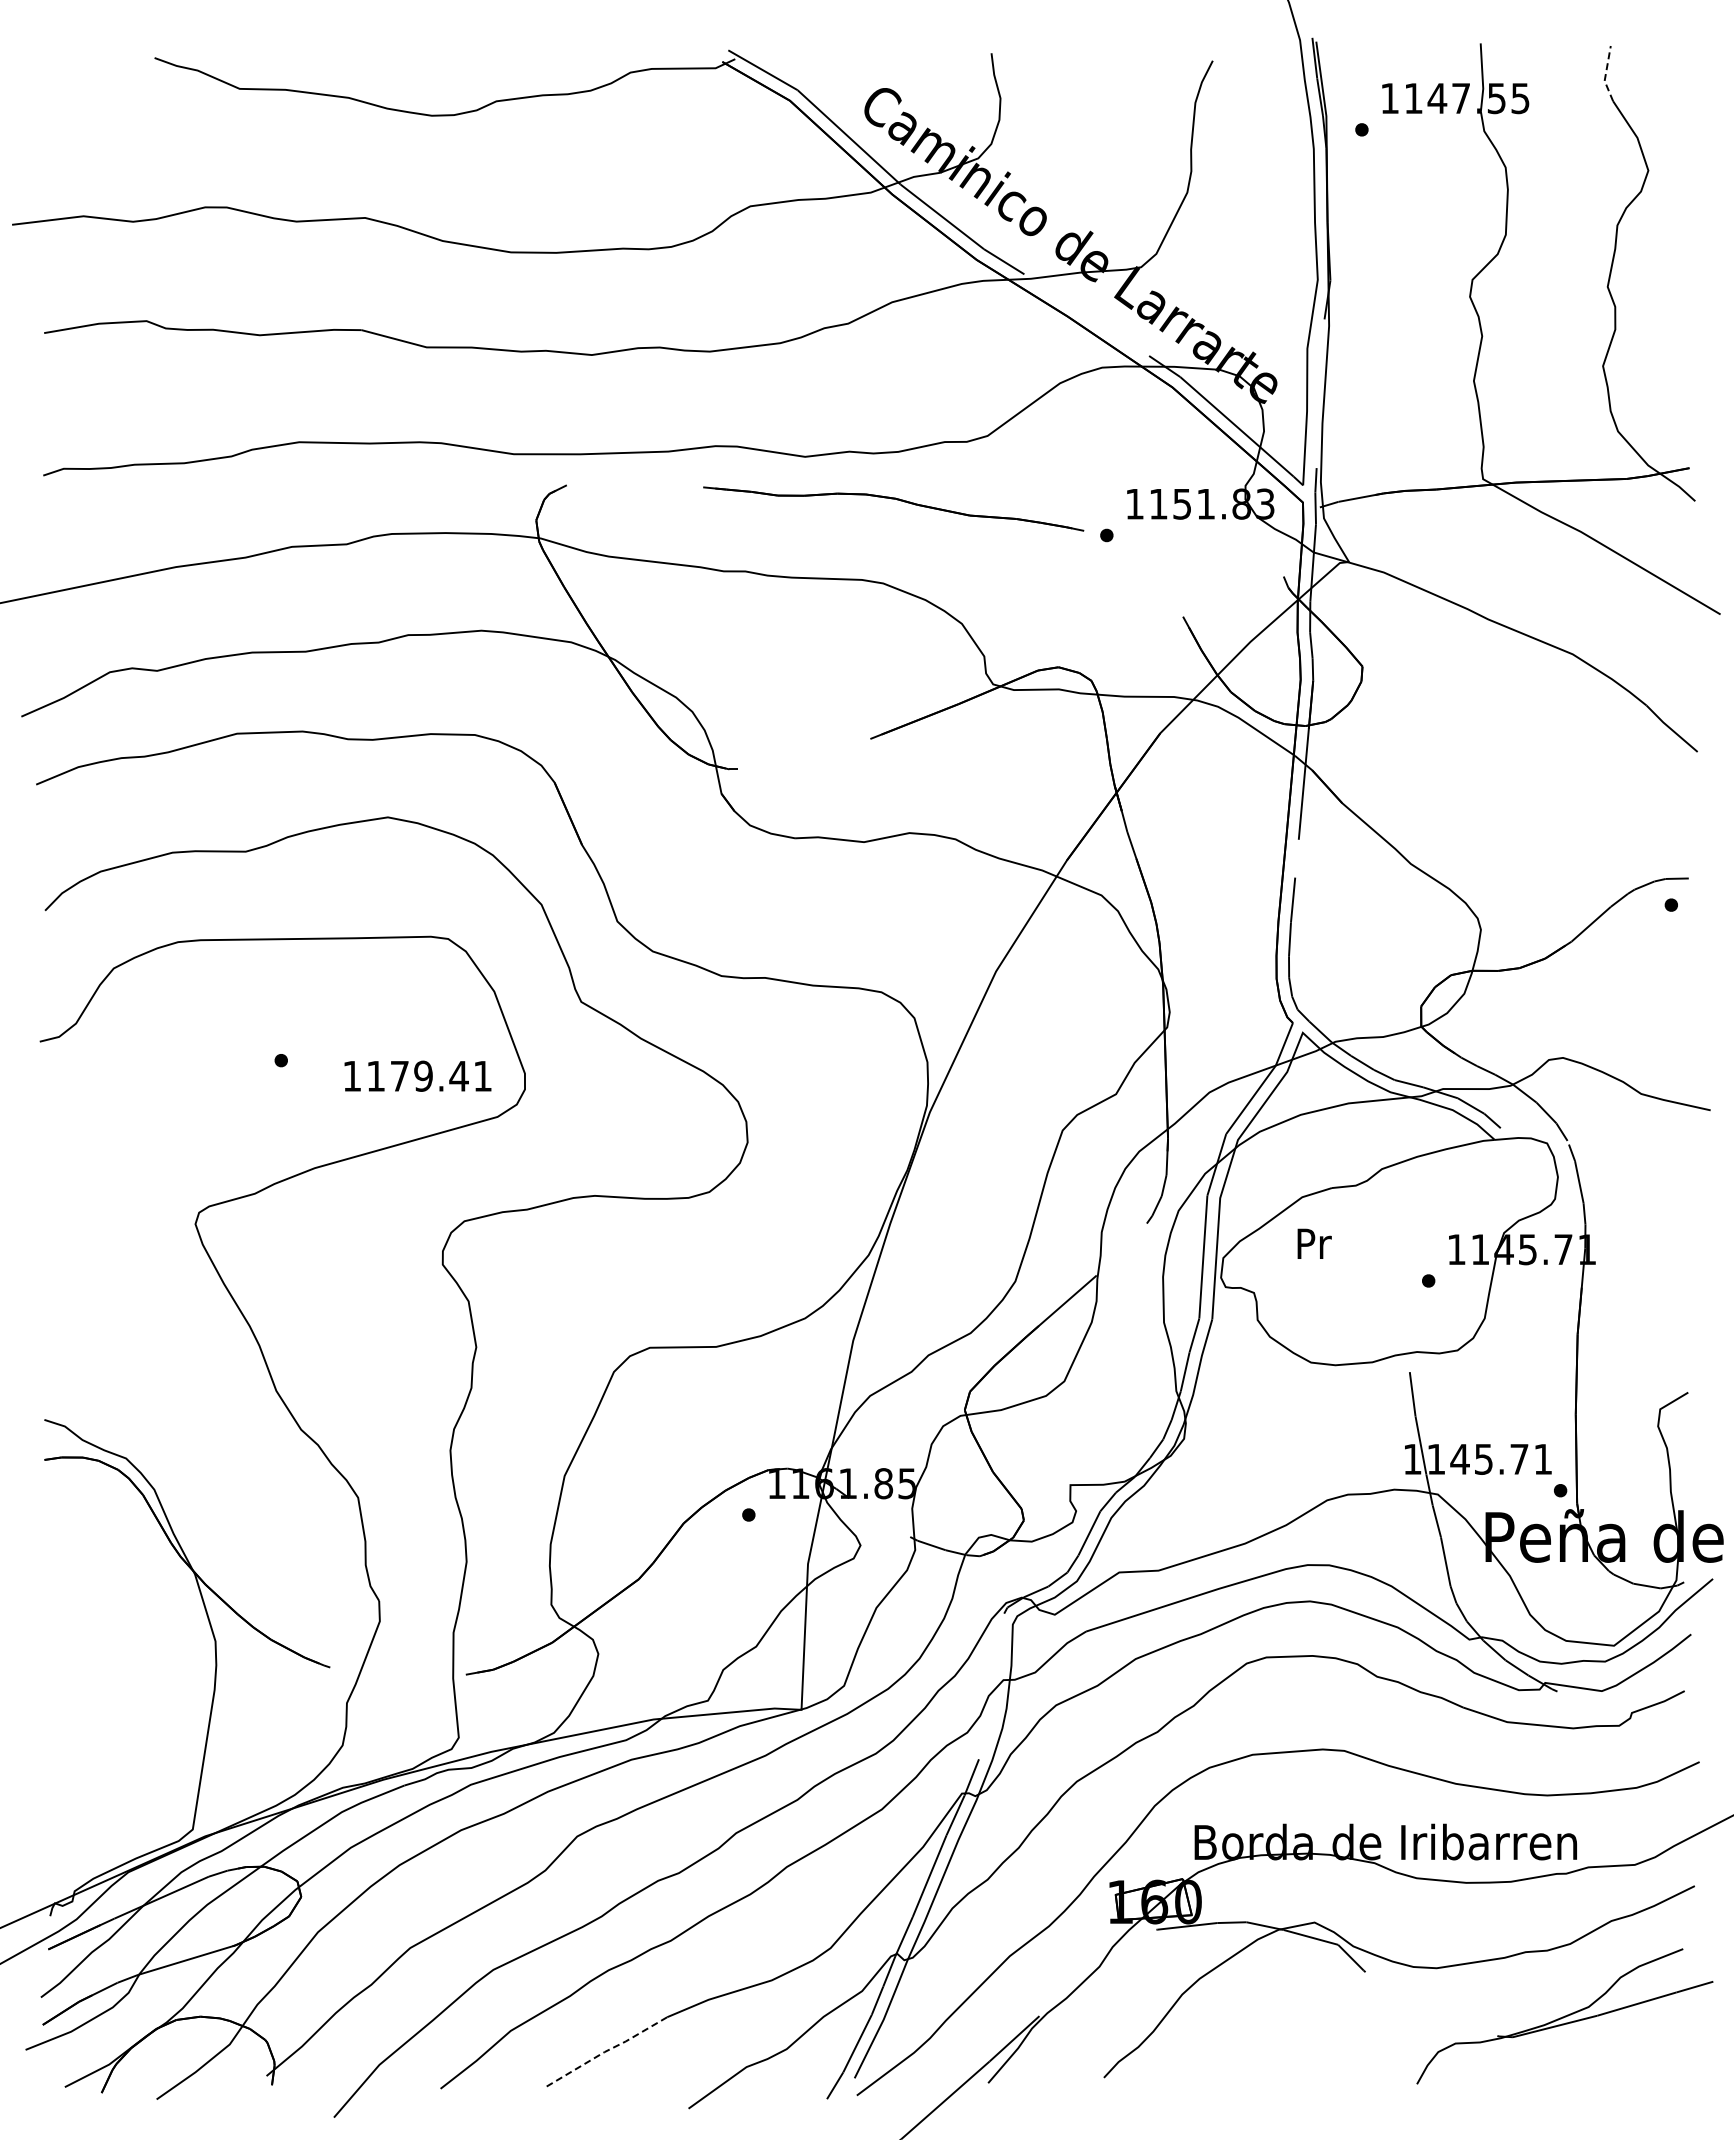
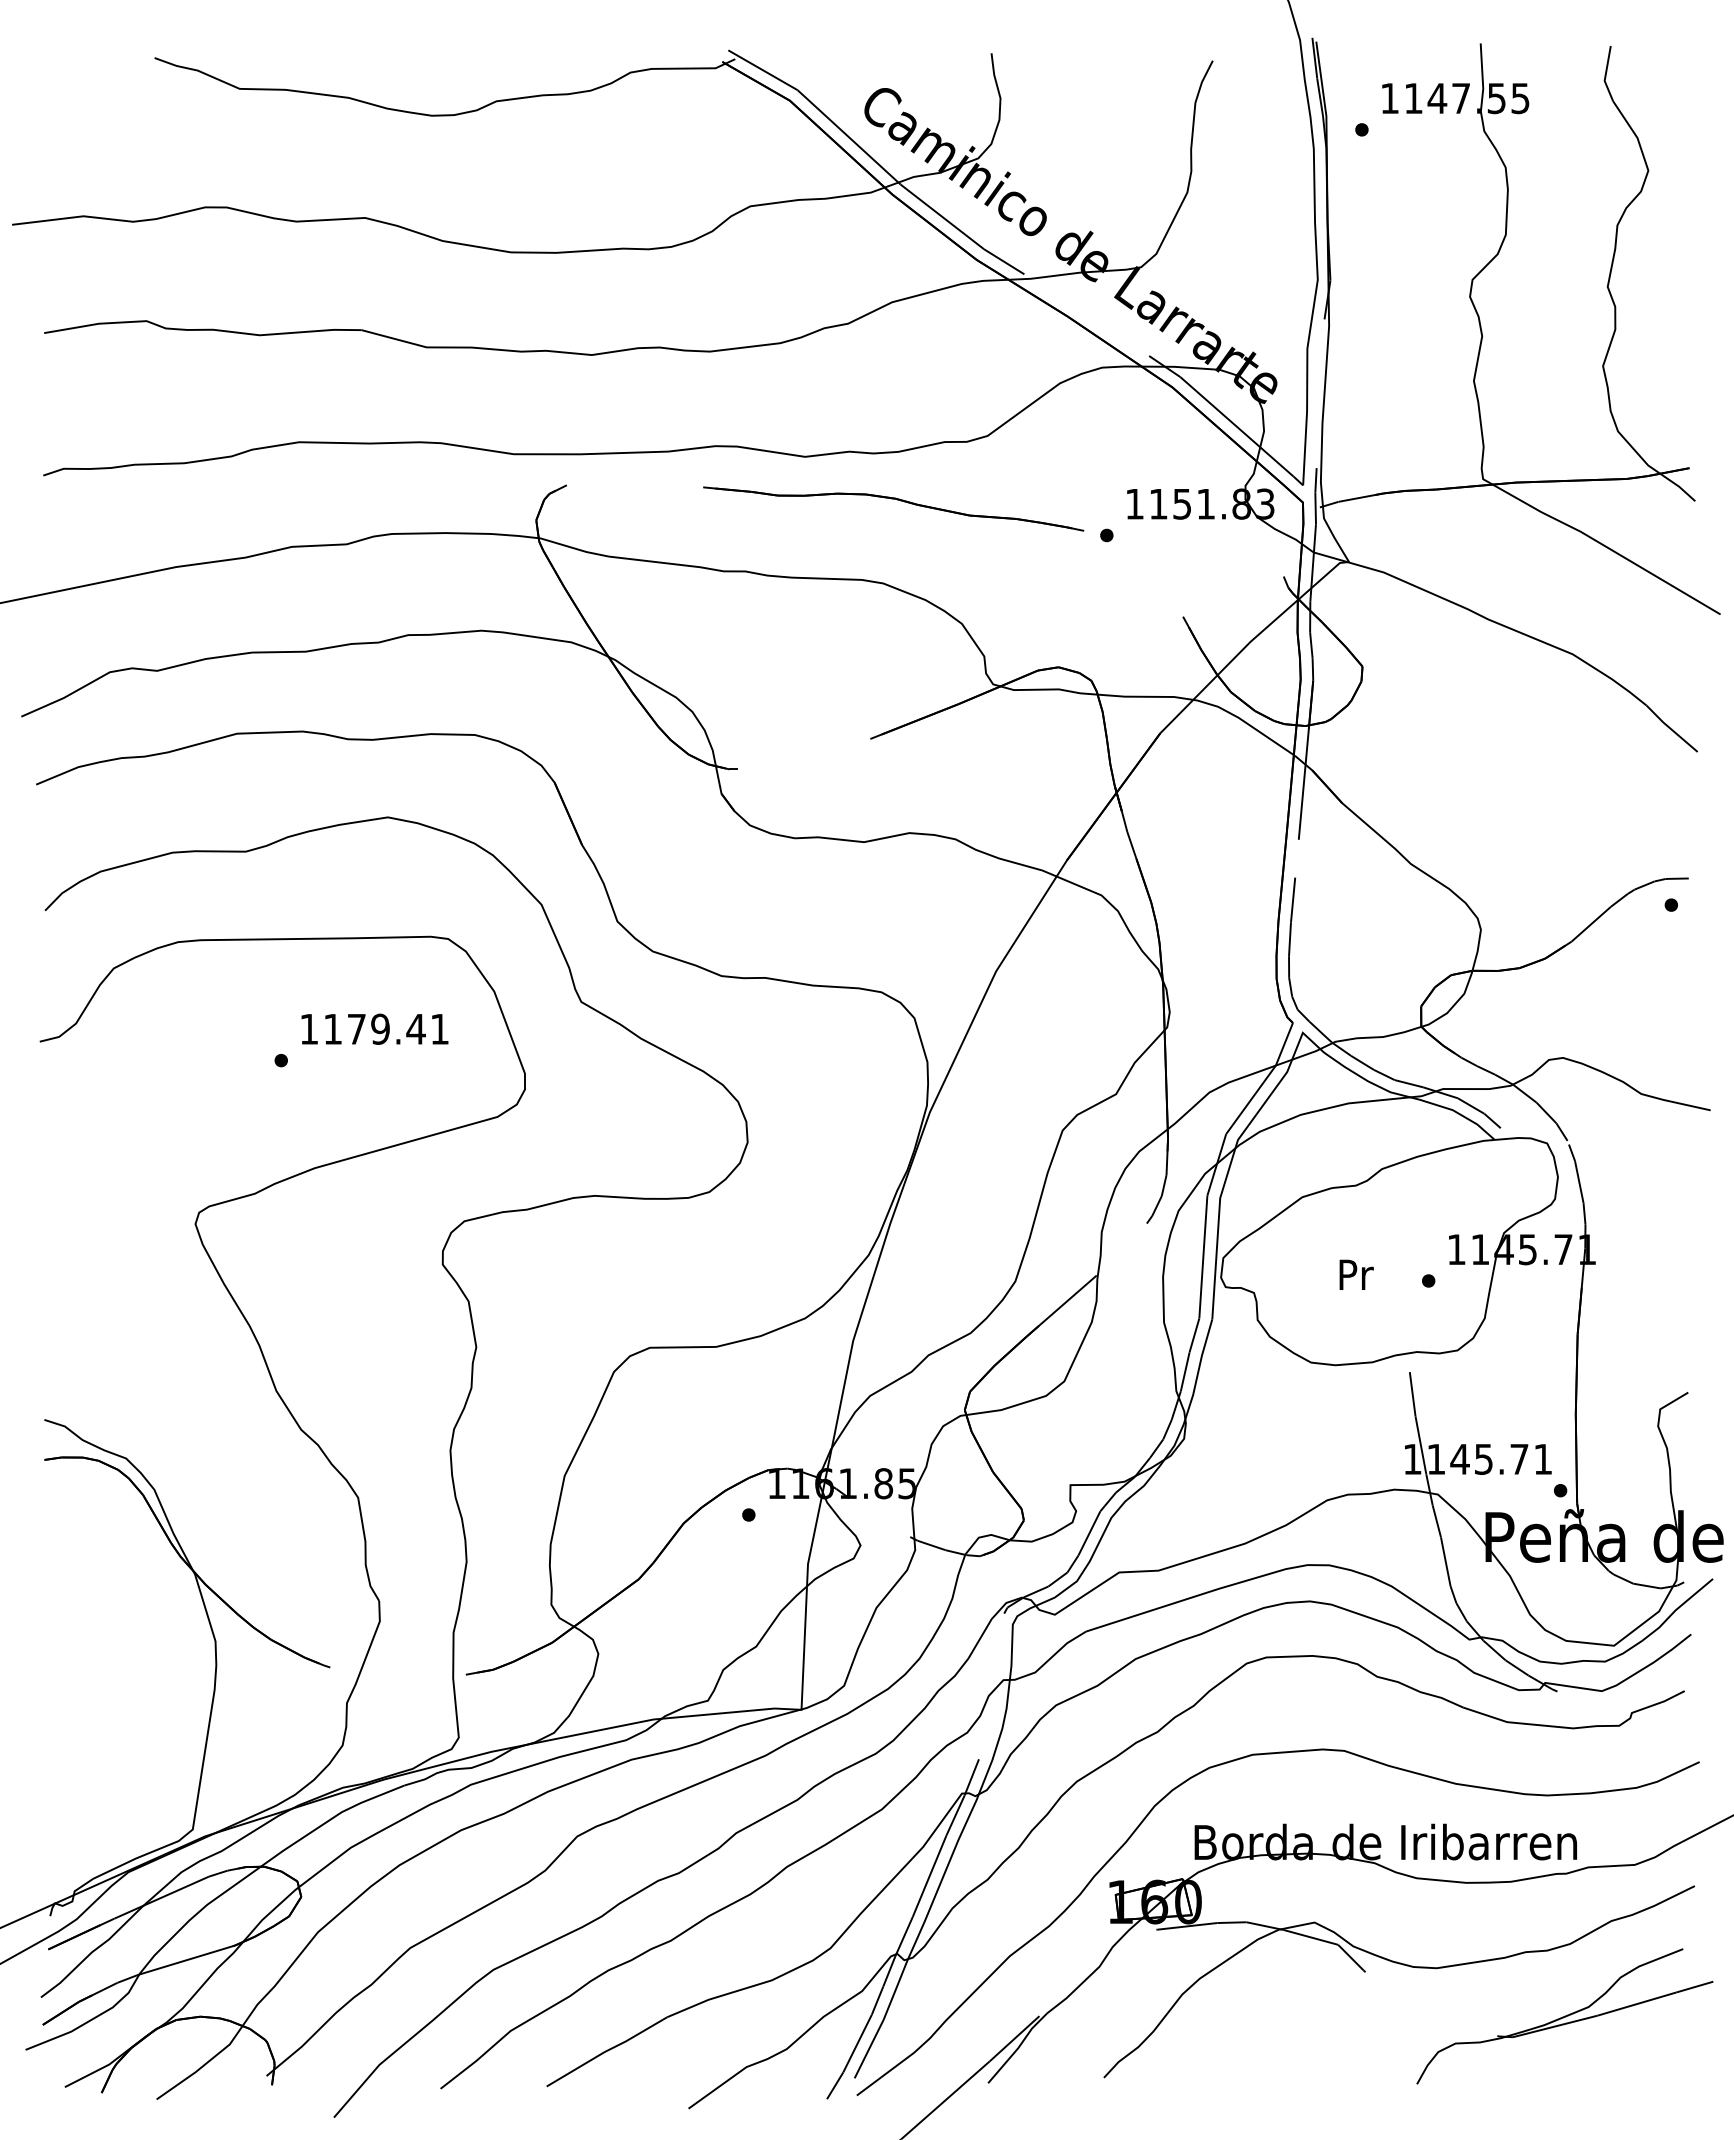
line at (1605, 75): dashed -> solid
text at (417, 1075) position: (417, 1075) -> (374, 1028)
text at (1314, 1243) position: (1314, 1243) -> (1356, 1274)
line at (606, 2051): dashed -> solid
